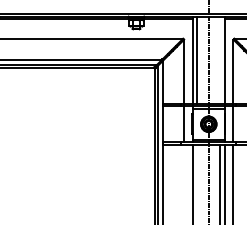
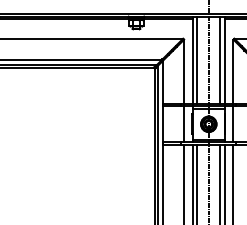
line at (220, 59): none -> present
line at (184, 183): none -> present
line at (197, 183): none -> present
